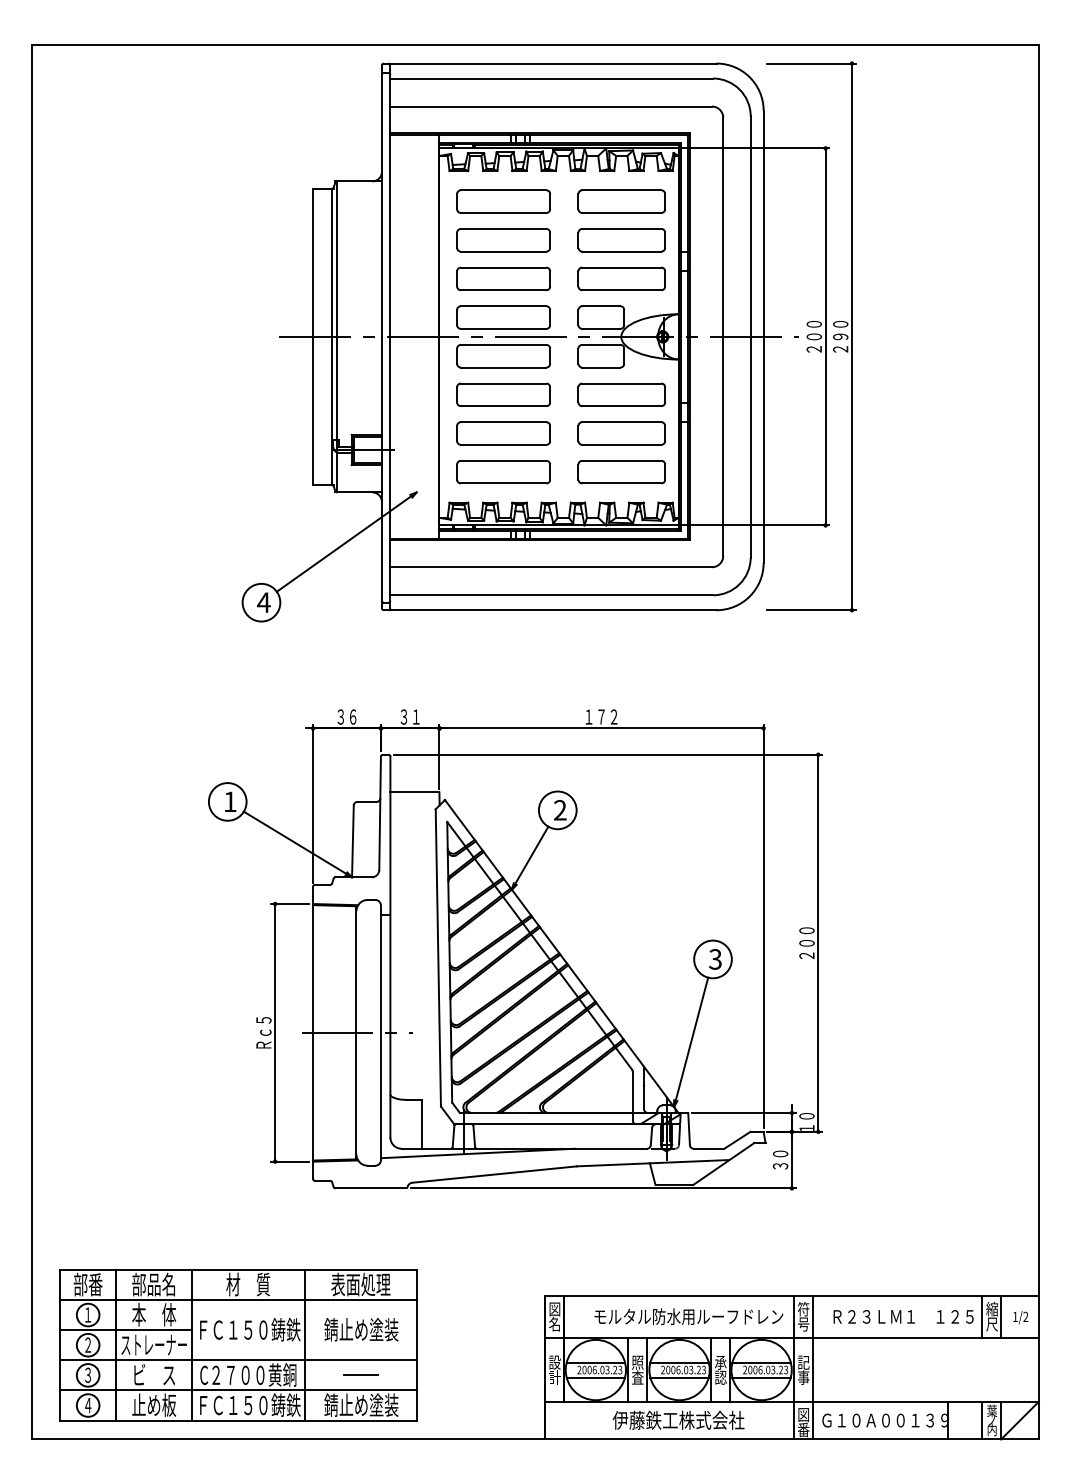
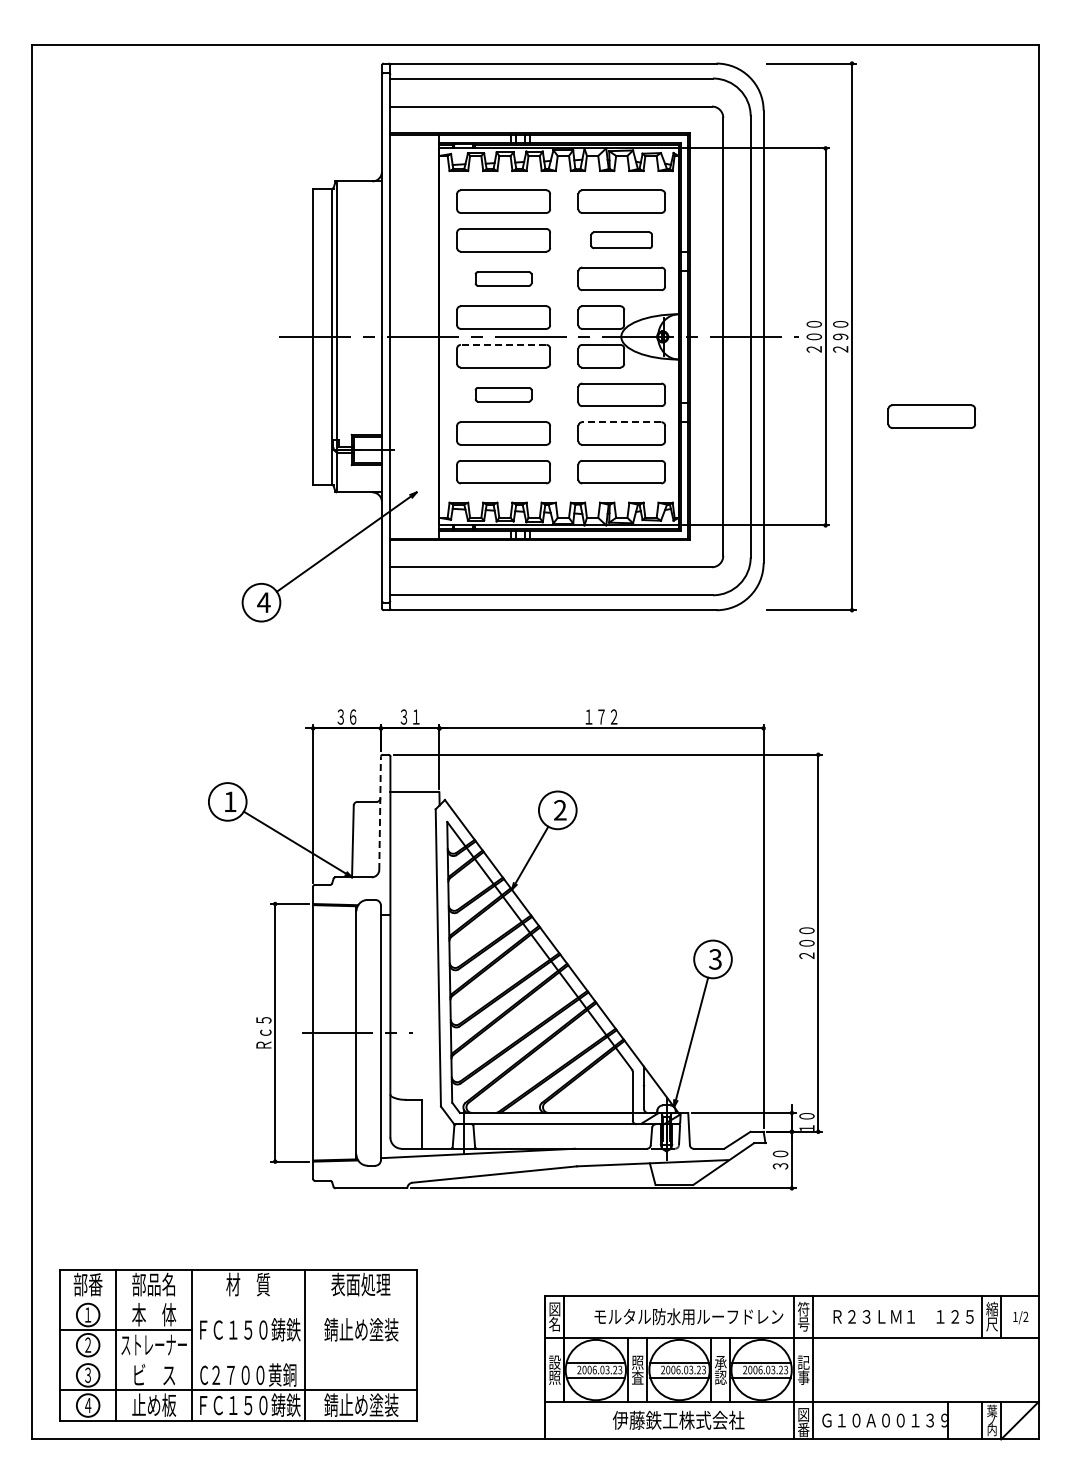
part at (621, 240) size: 89x25 px -> 63x19 px
part at (503, 278) size: 95x26 px -> 59x16 px
line at (503, 344): solid -> dashed
part at (503, 394) size: 95x25 px -> 59x16 px
part at (931, 416): none -> present
line at (621, 422): solid -> dashed
line at (380, 813): solid -> dashed
line at (237, 1299): present -> none
line at (237, 1360): present -> none
line at (360, 1375): present -> none
text at (554, 1377): 計 -> 照
